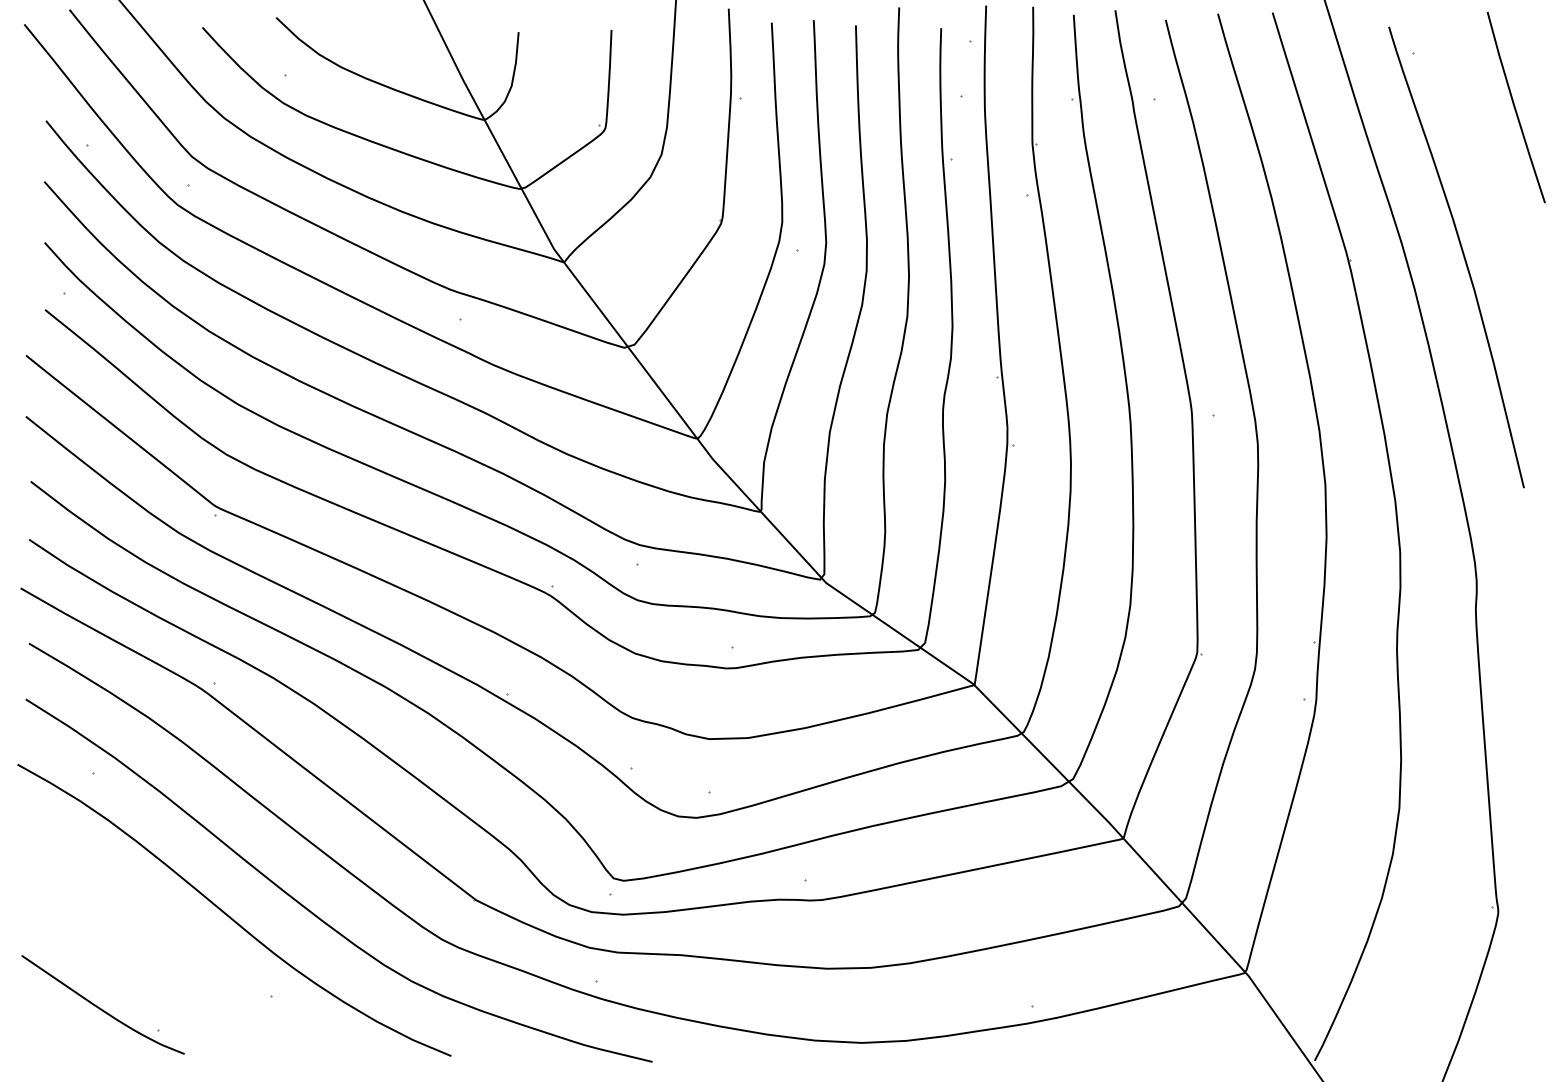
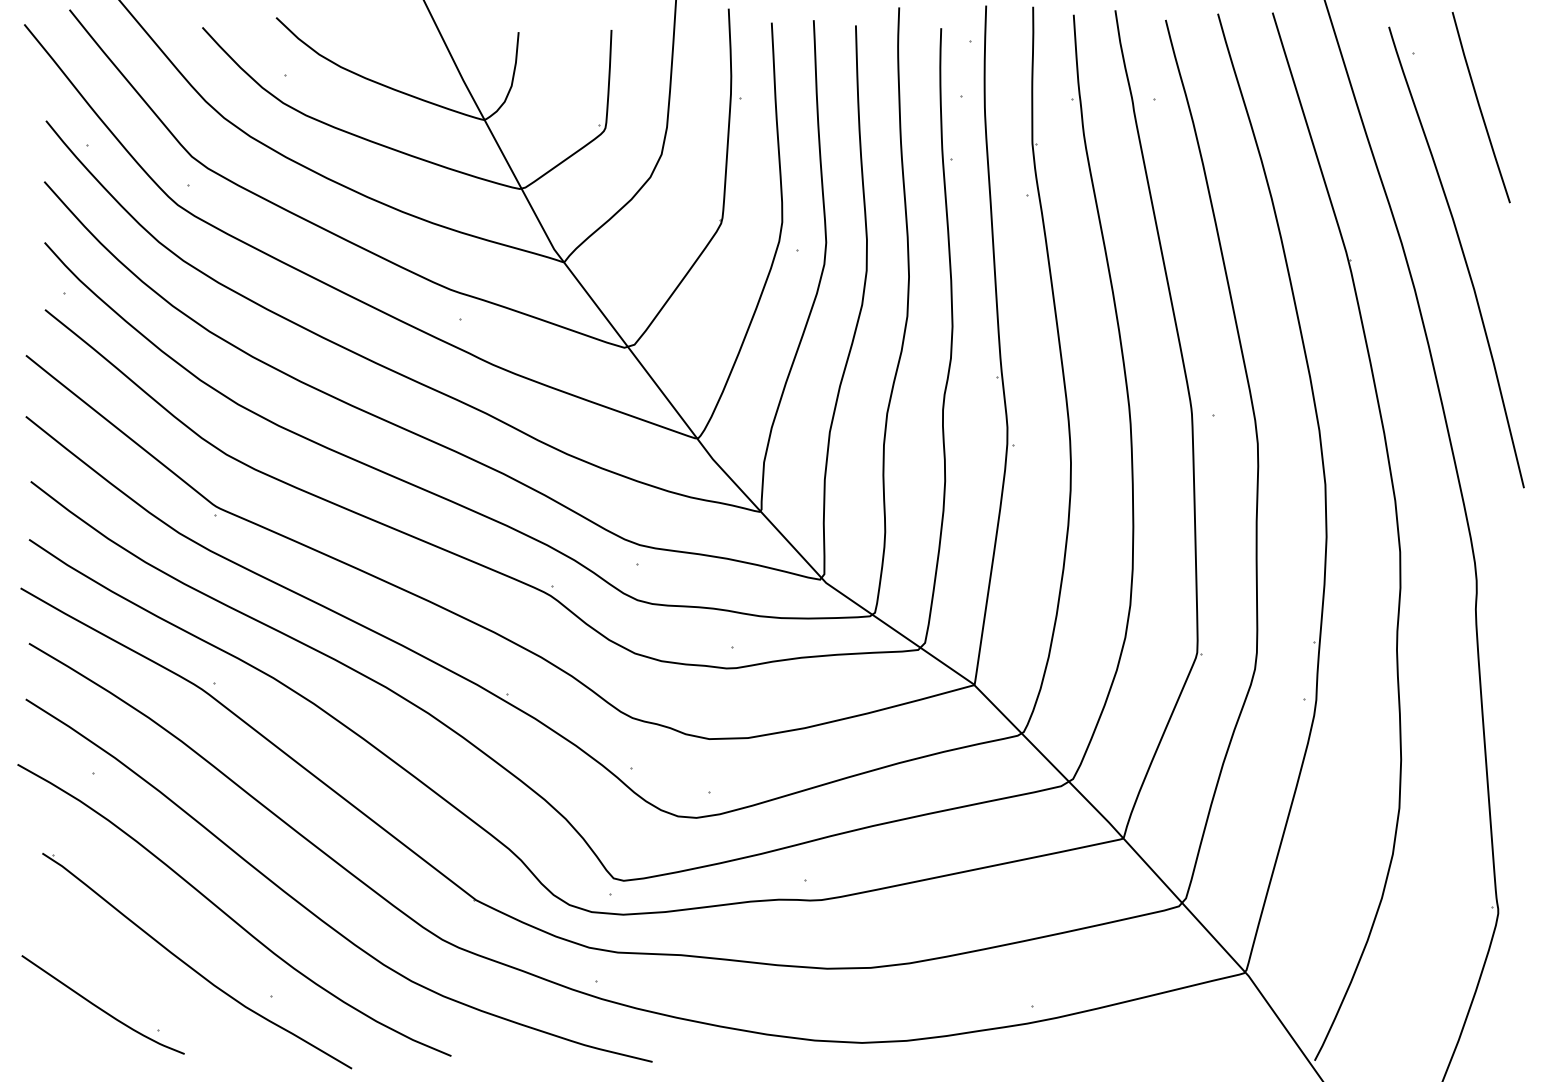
line at (1515, 107) position: (1515, 107) -> (1480, 107)
part at (192, 967): none -> present
